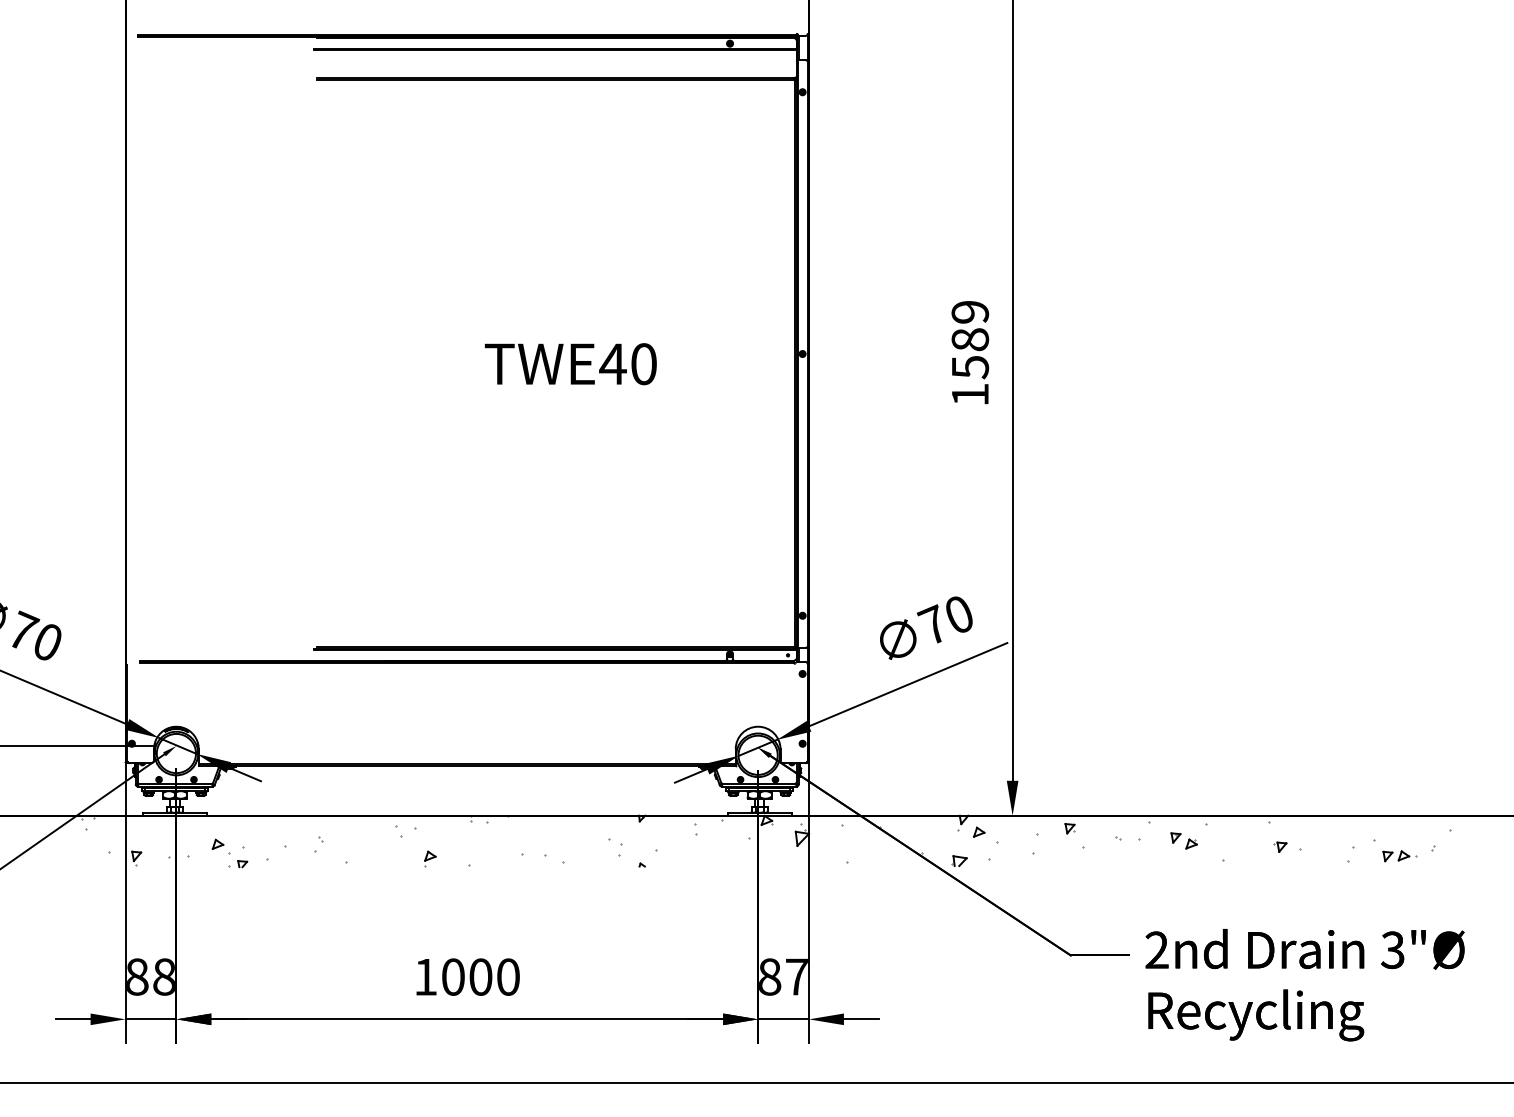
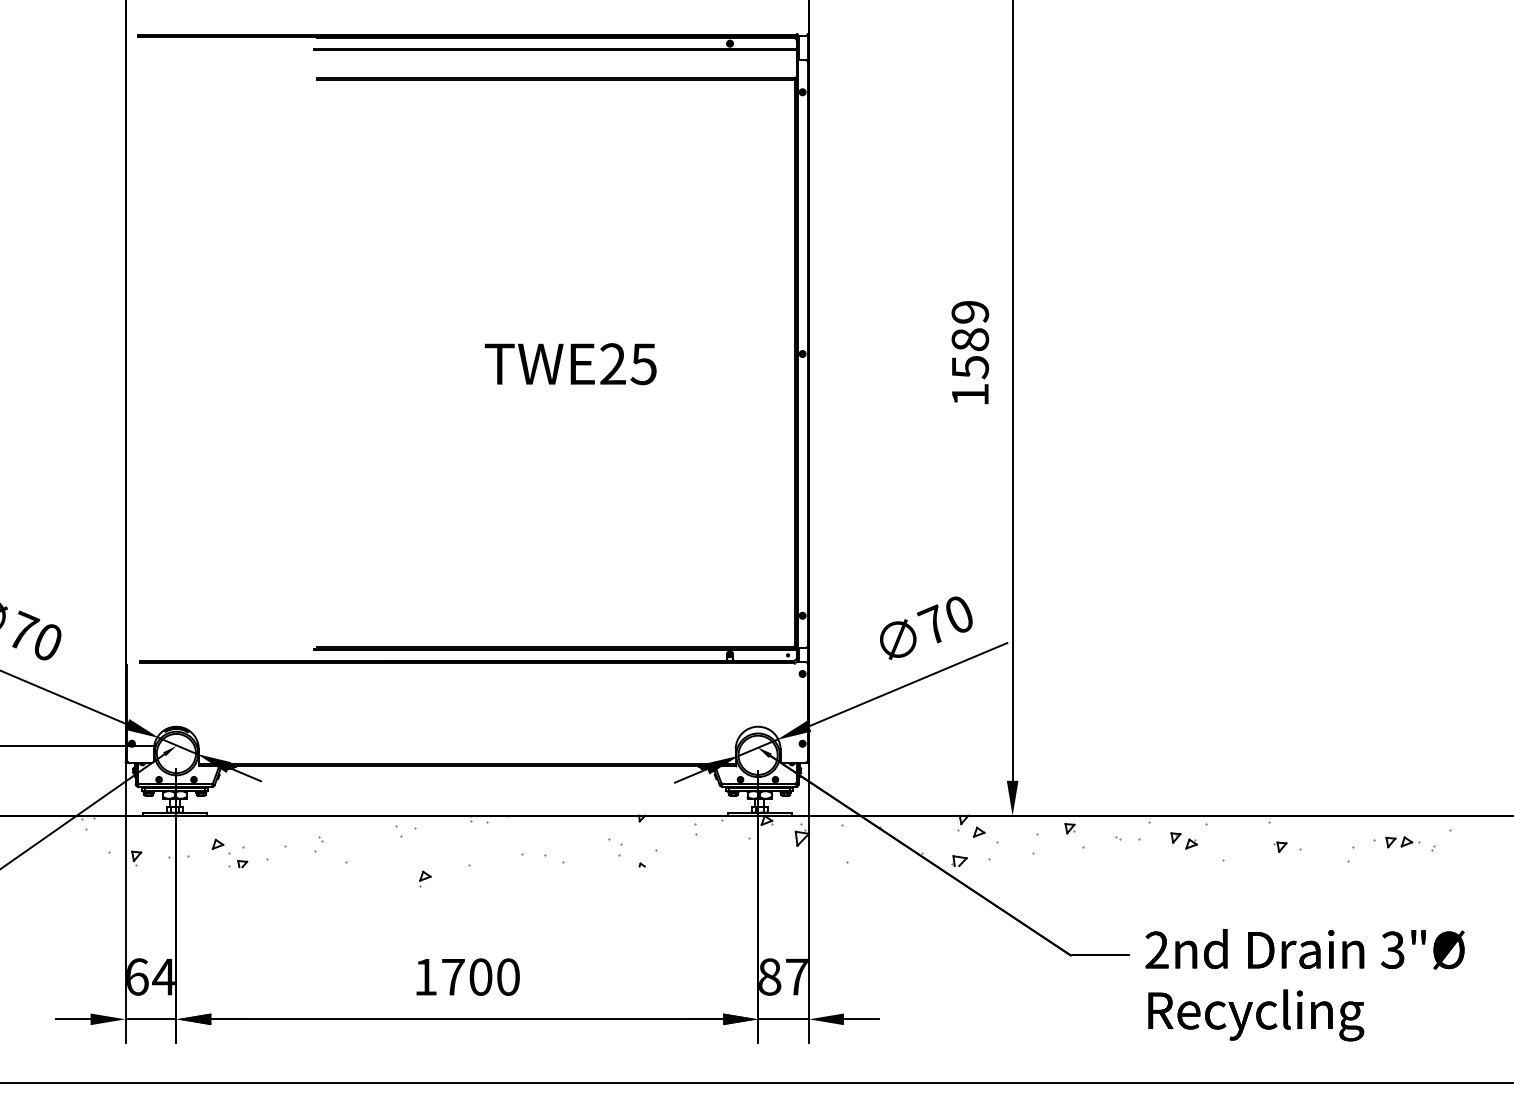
text at (627, 364): TWE40 -> TWE25
part at (1399, 856) position: (1399, 856) -> (1402, 842)
part at (430, 858) position: (430, 858) -> (425, 878)
text at (150, 976): 88 -> 64
text at (453, 976): 1000 -> 1700
